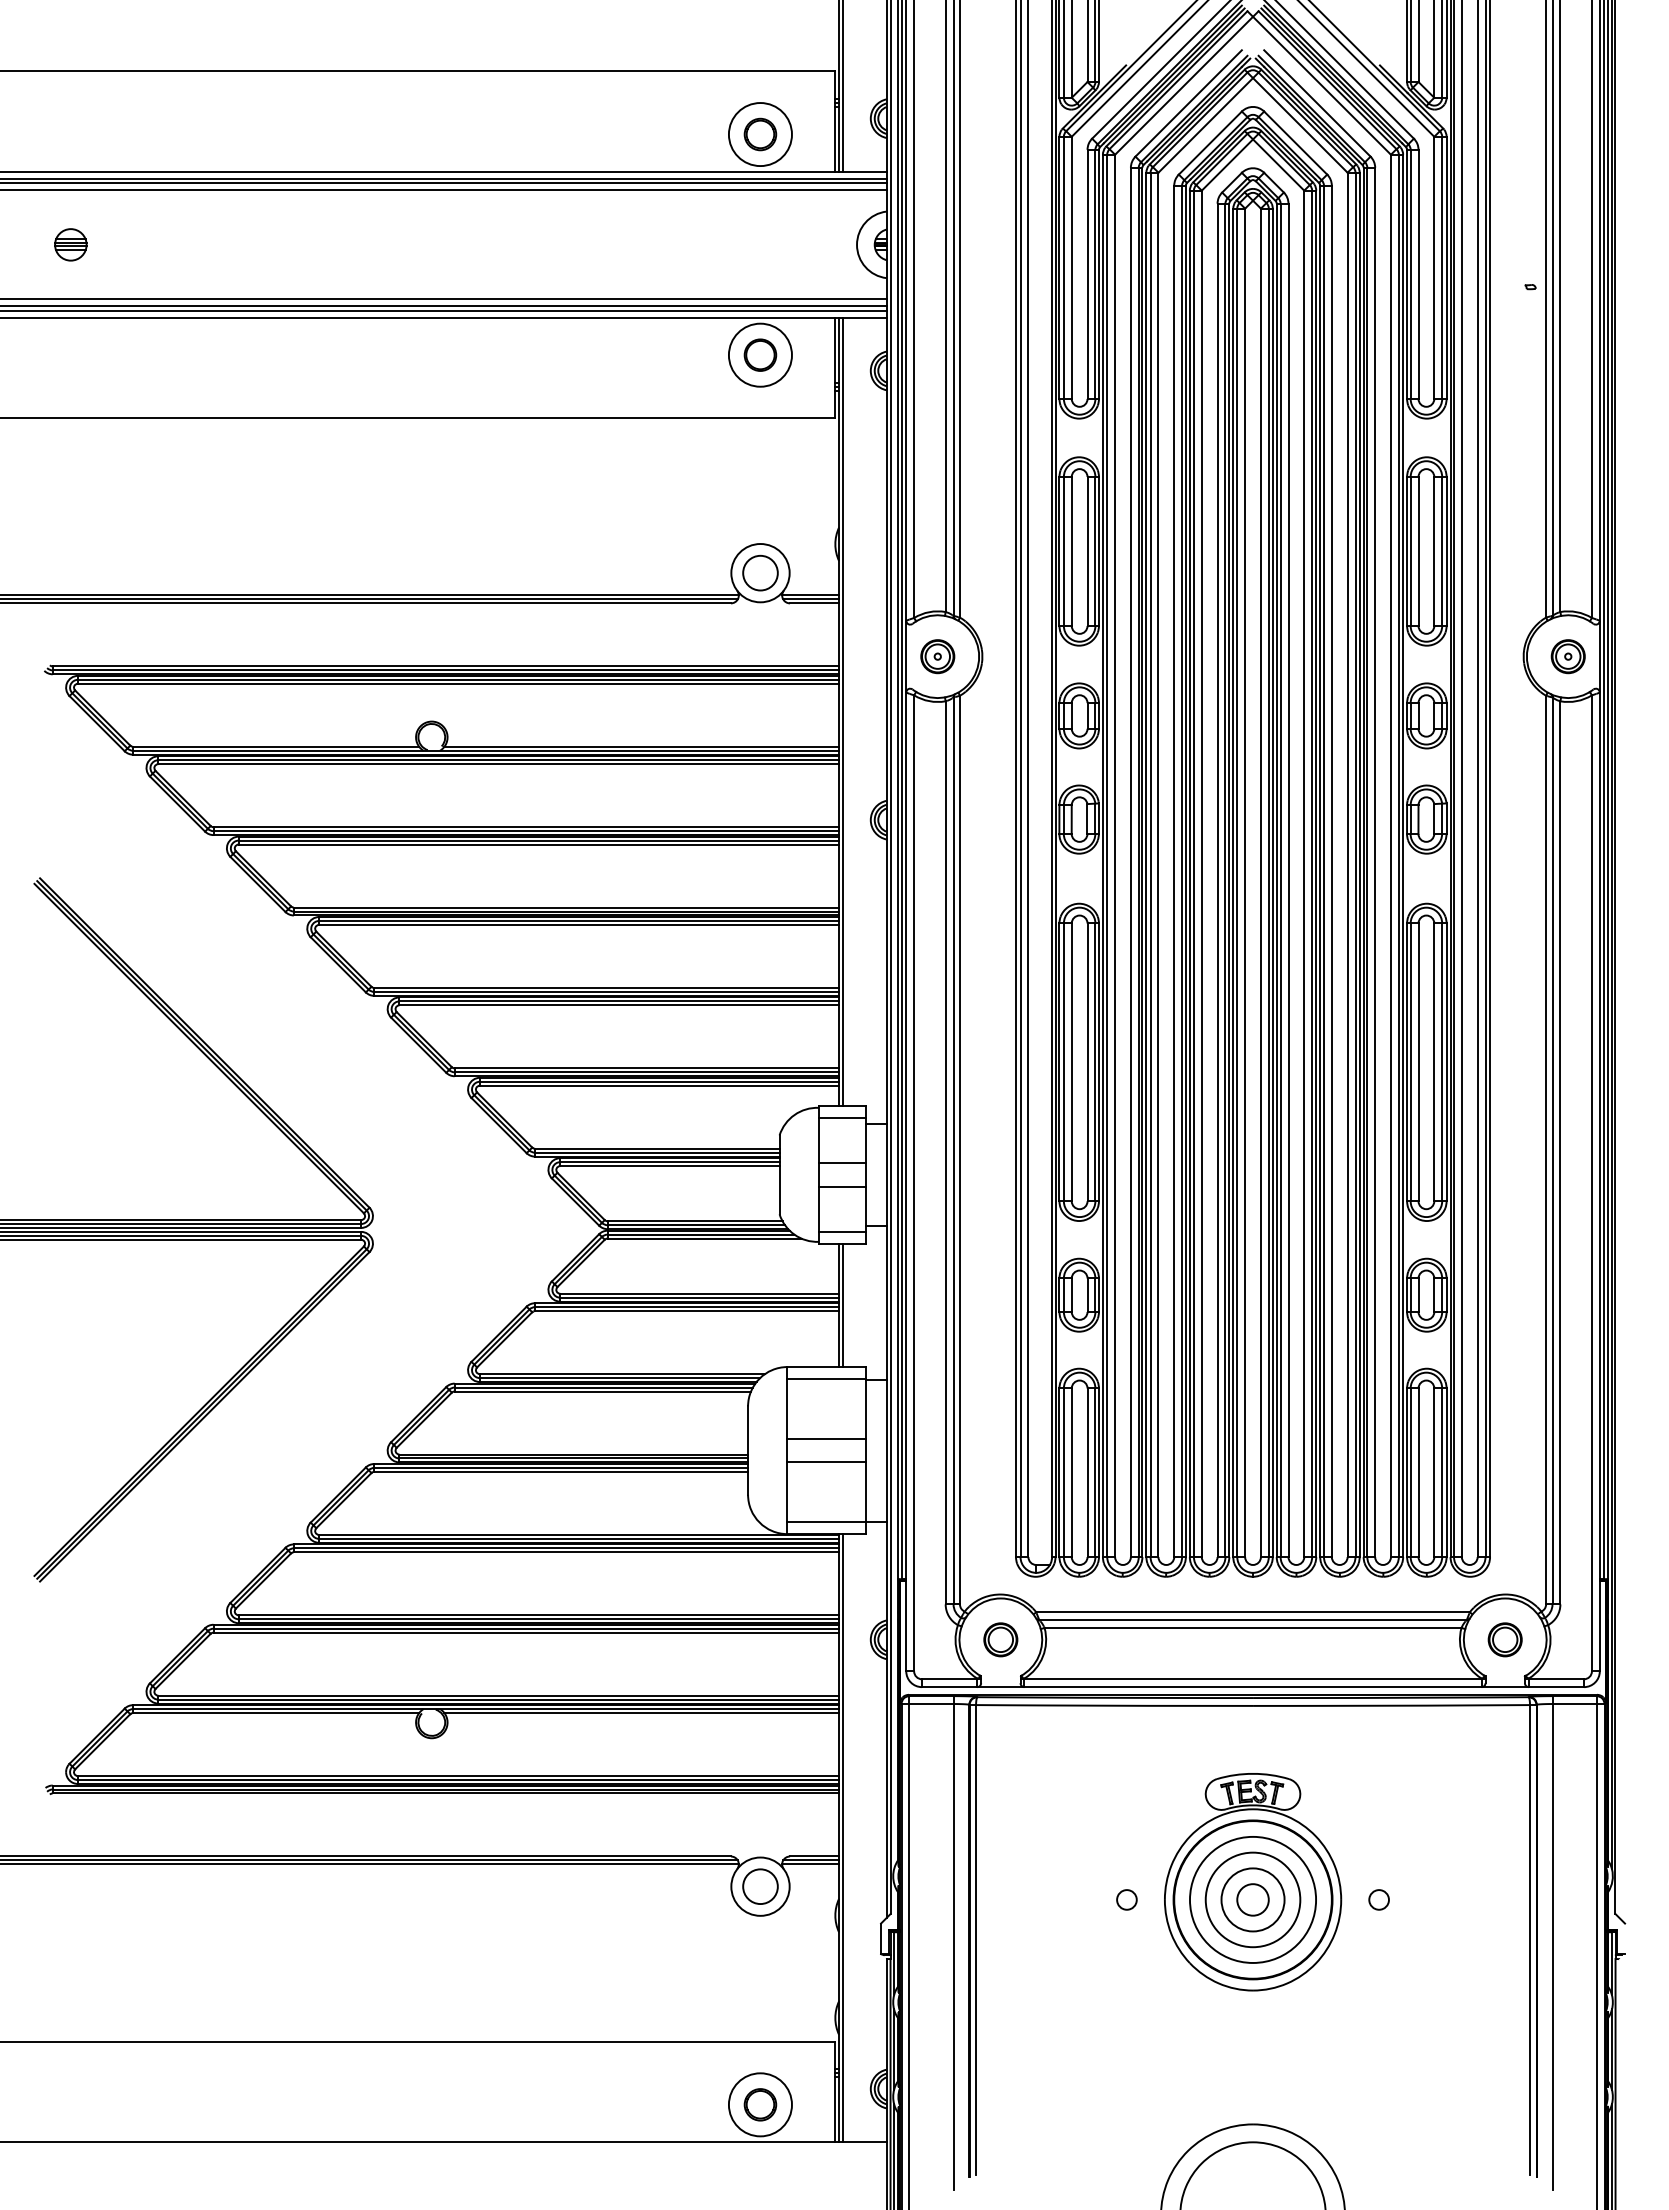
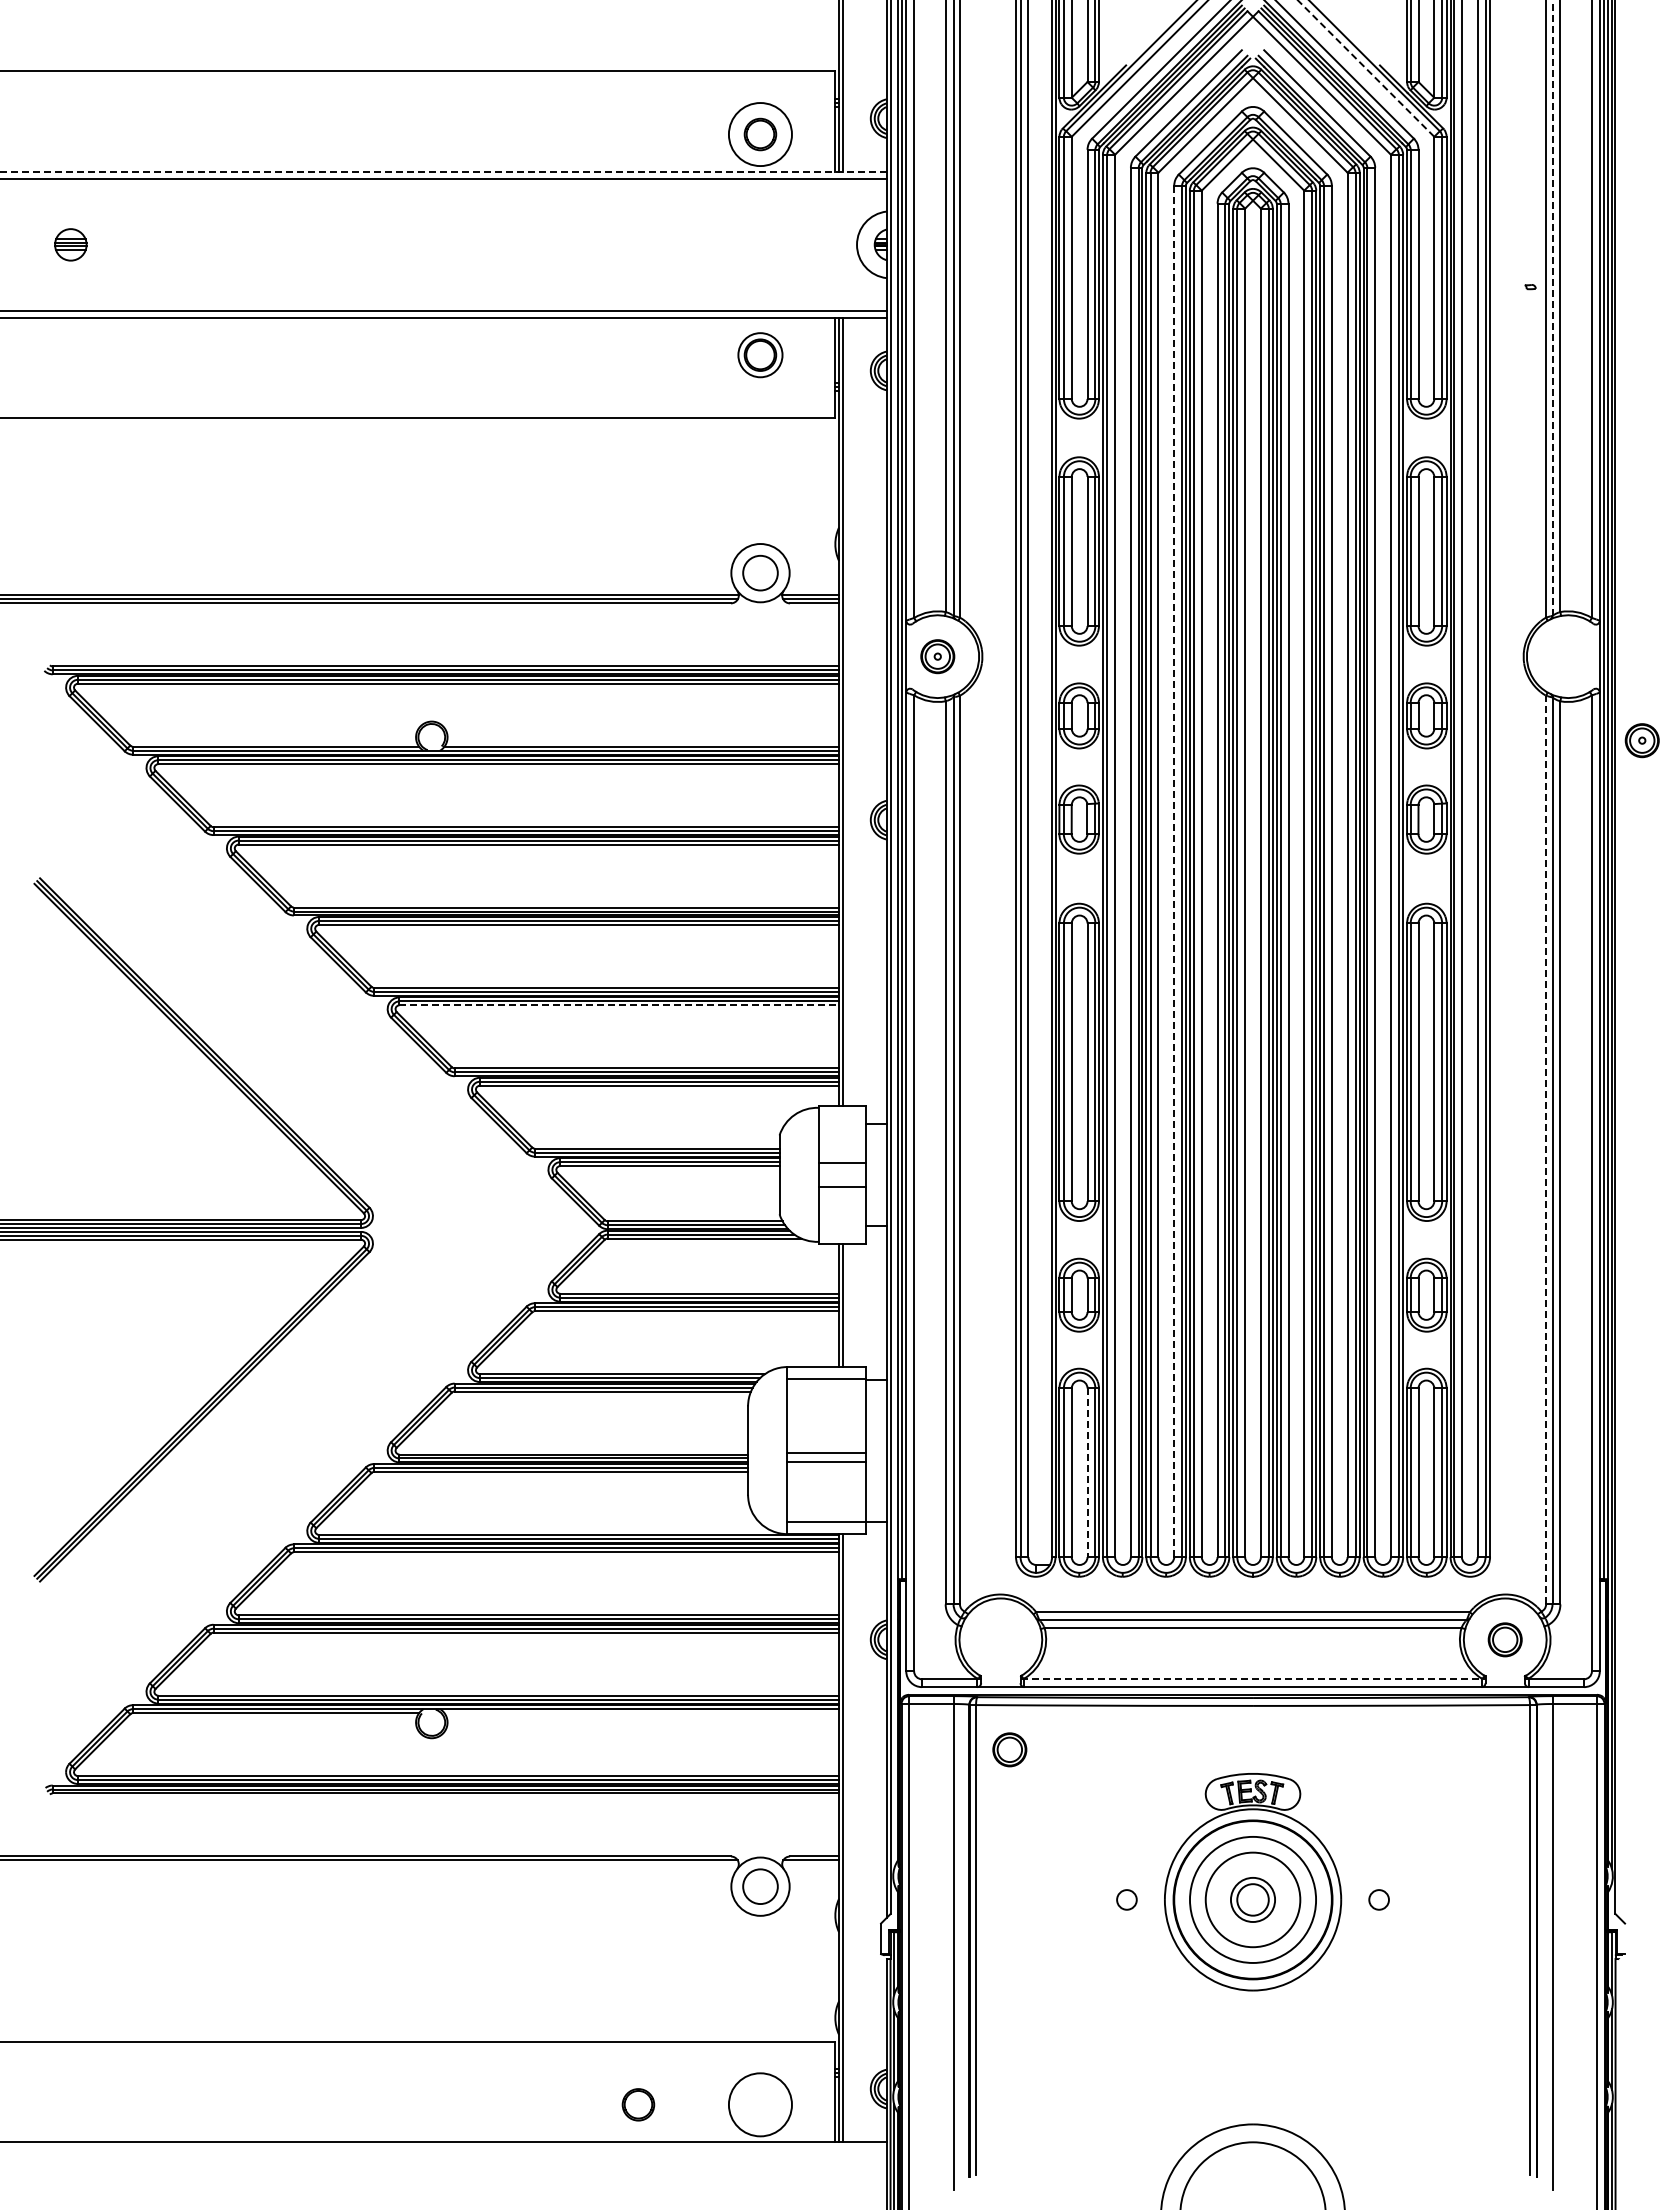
line at (1365, 68): solid -> dashed
line at (443, 172): solid -> dashed
line at (444, 183): present -> none
line at (444, 190): present -> none
line at (444, 299): present -> none
line at (444, 306): present -> none
line at (1552, 307): solid -> dashed
circle at (759, 354) diameter: 63 px -> 44 px
part at (1567, 656) position: (1567, 656) -> (1641, 740)
line at (1174, 871): solid -> dashed
line at (619, 1005): solid -> dashed
line at (842, 1117): present -> none
line at (1546, 1149): solid -> dashed
line at (842, 1232): present -> none
line at (826, 1438) position: (826, 1438) -> (826, 1452)
line at (1087, 1473): solid -> dashed
part at (1000, 1639) position: (1000, 1639) -> (1009, 1749)
line at (1253, 1679): solid -> dashed
line at (641, 1713): present -> none
line at (370, 1864): present -> none
line at (810, 1864): present -> none
circle at (1252, 1899) diameter: 63 px -> 44 px
part at (760, 2104) position: (760, 2104) -> (638, 2104)
